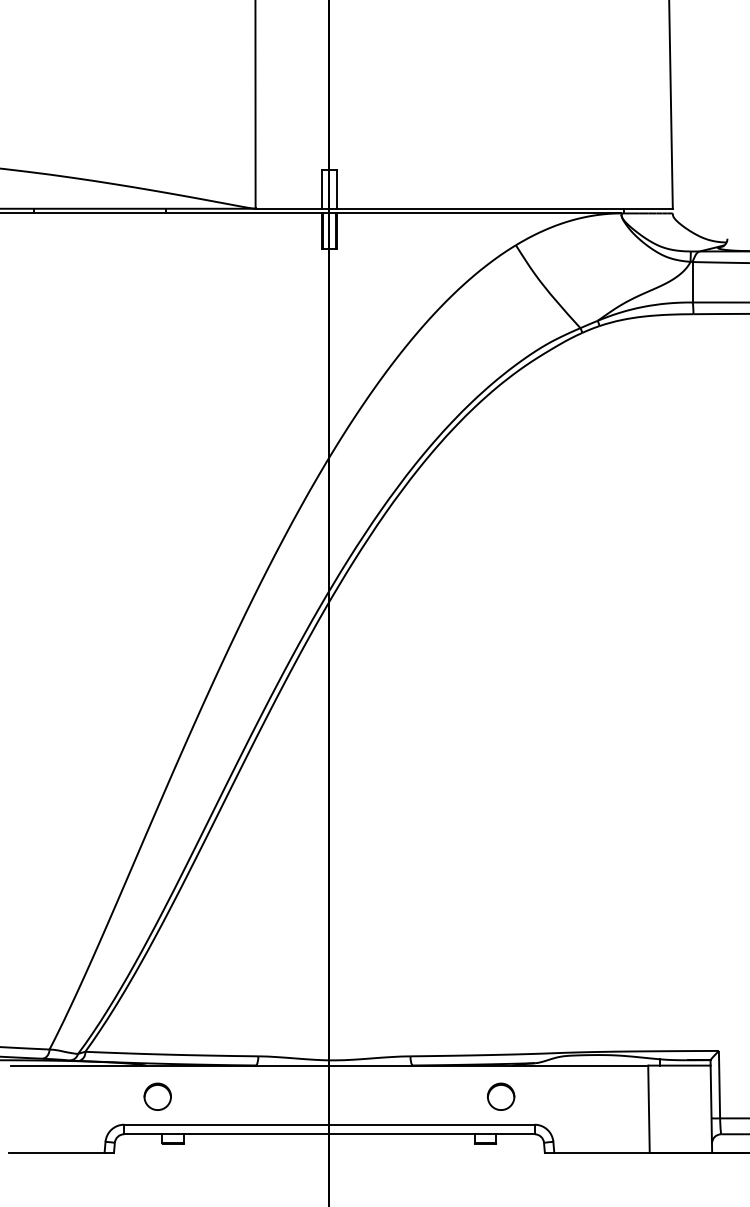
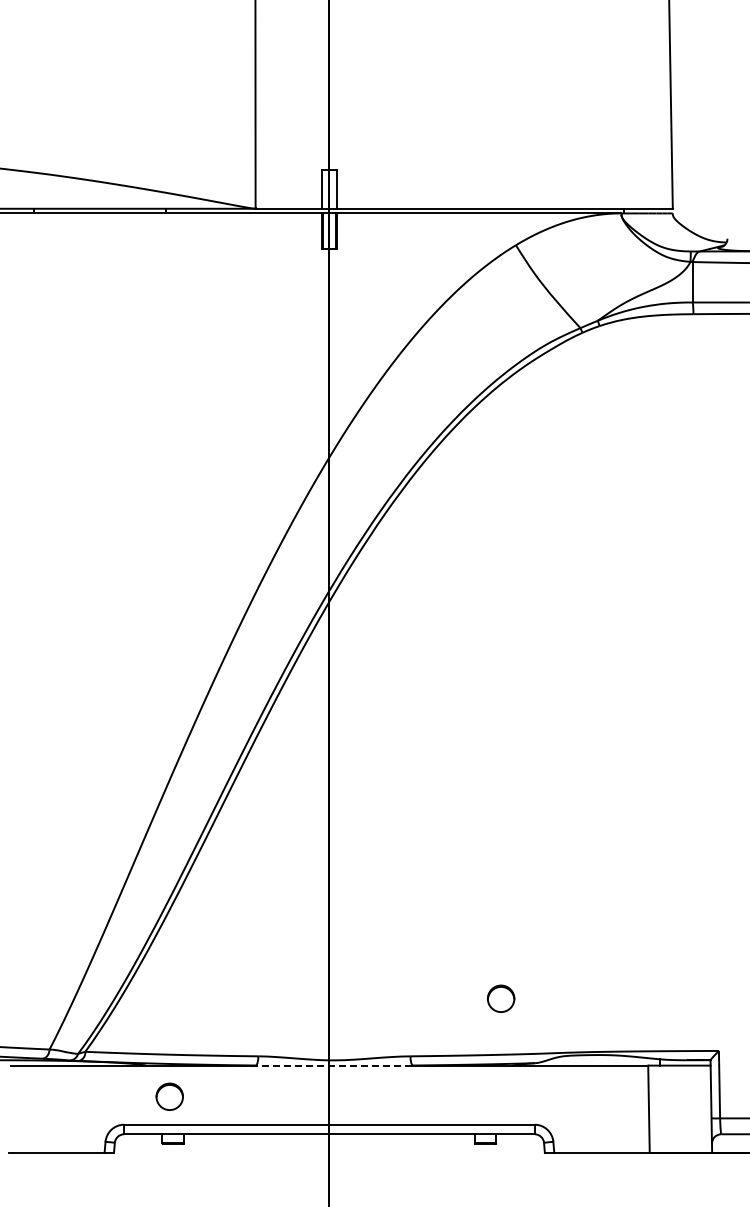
line at (334, 1065): solid -> dashed
part at (157, 1096) position: (157, 1096) -> (169, 1096)
part at (501, 1096) position: (501, 1096) -> (501, 998)
